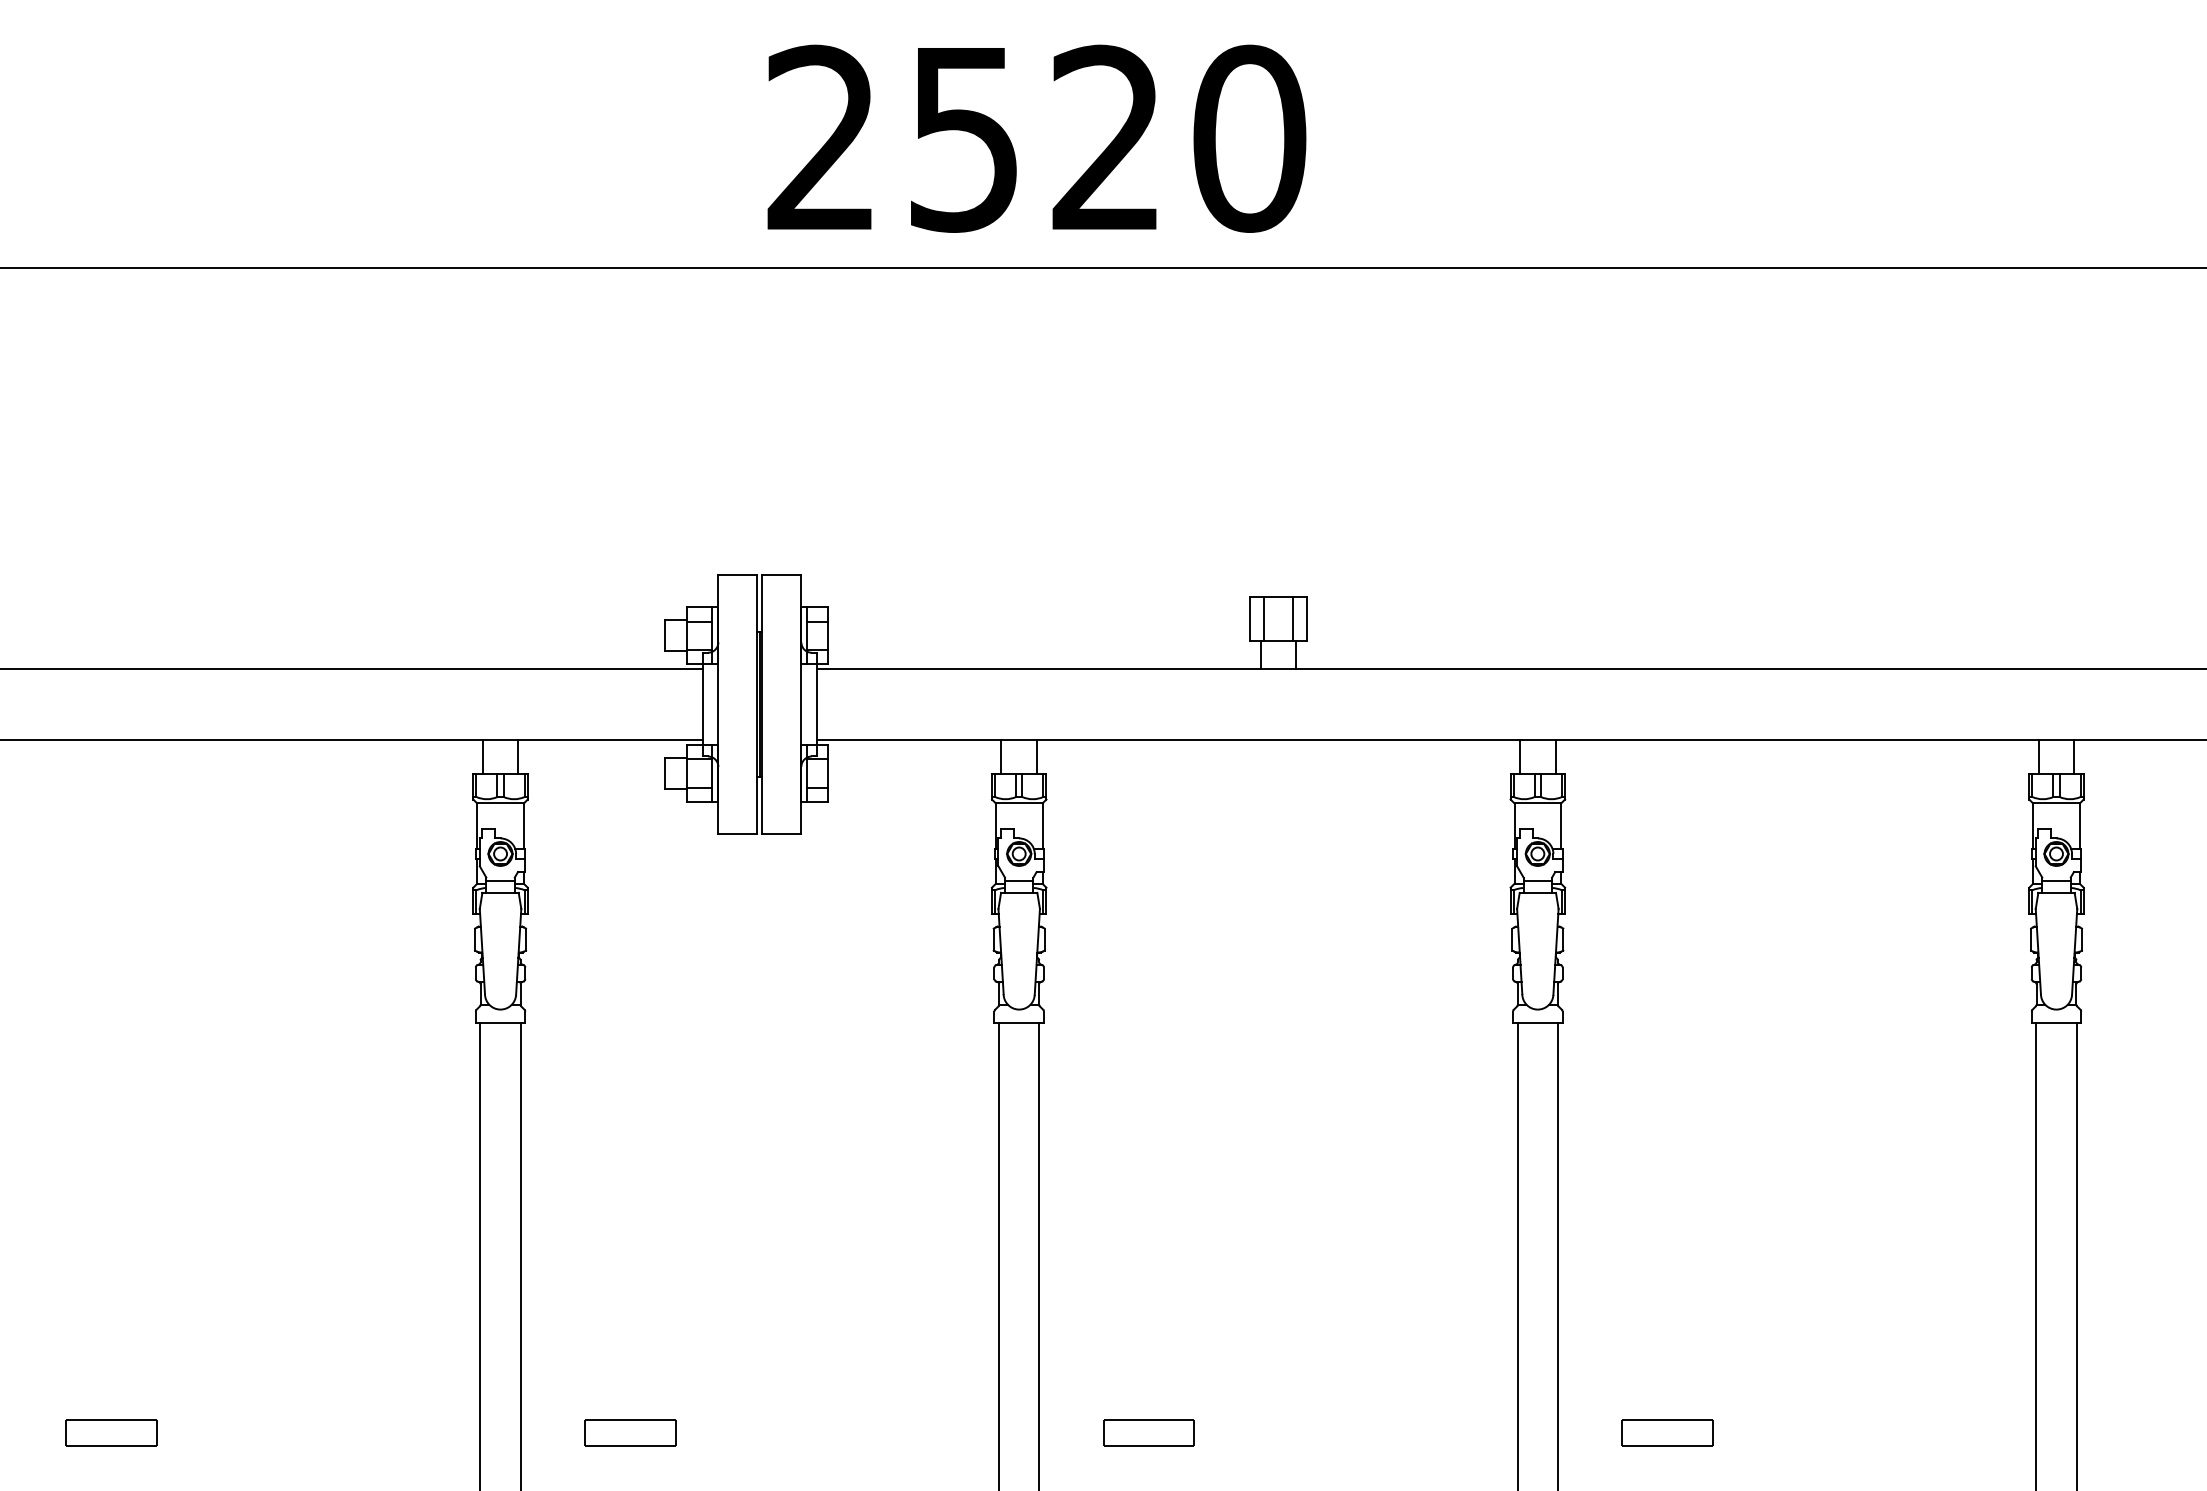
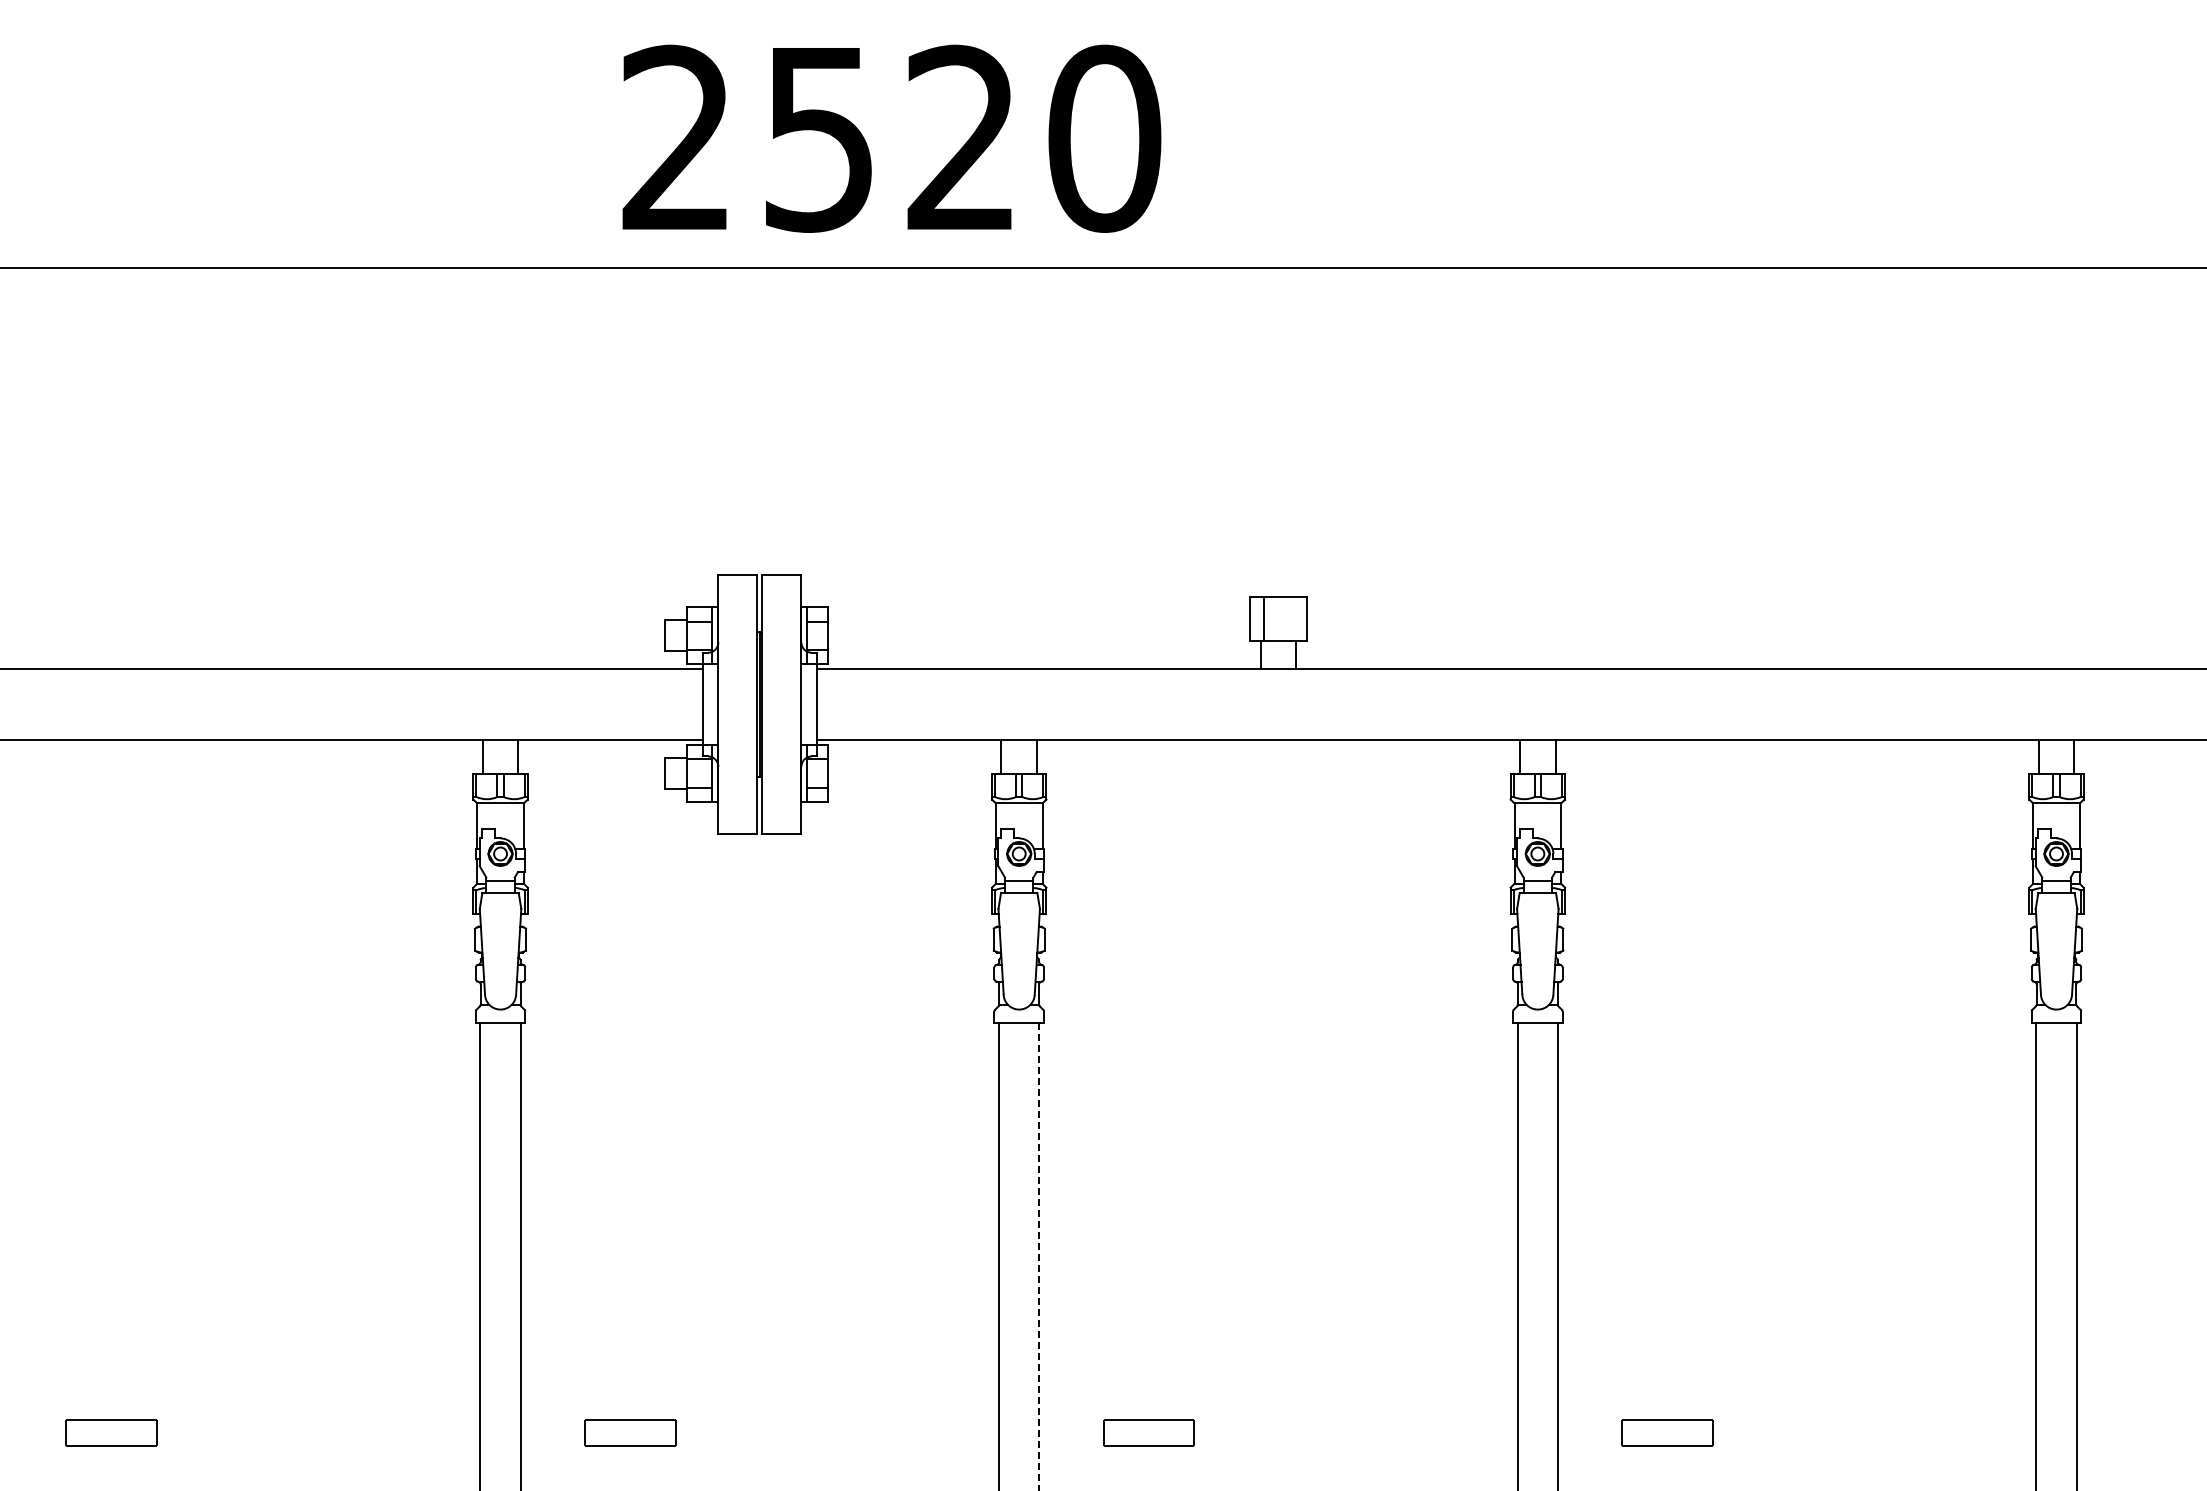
text at (1036, 138) position: (1036, 138) -> (891, 138)
line at (1292, 618): present -> none
line at (1039, 1256): solid -> dashed
